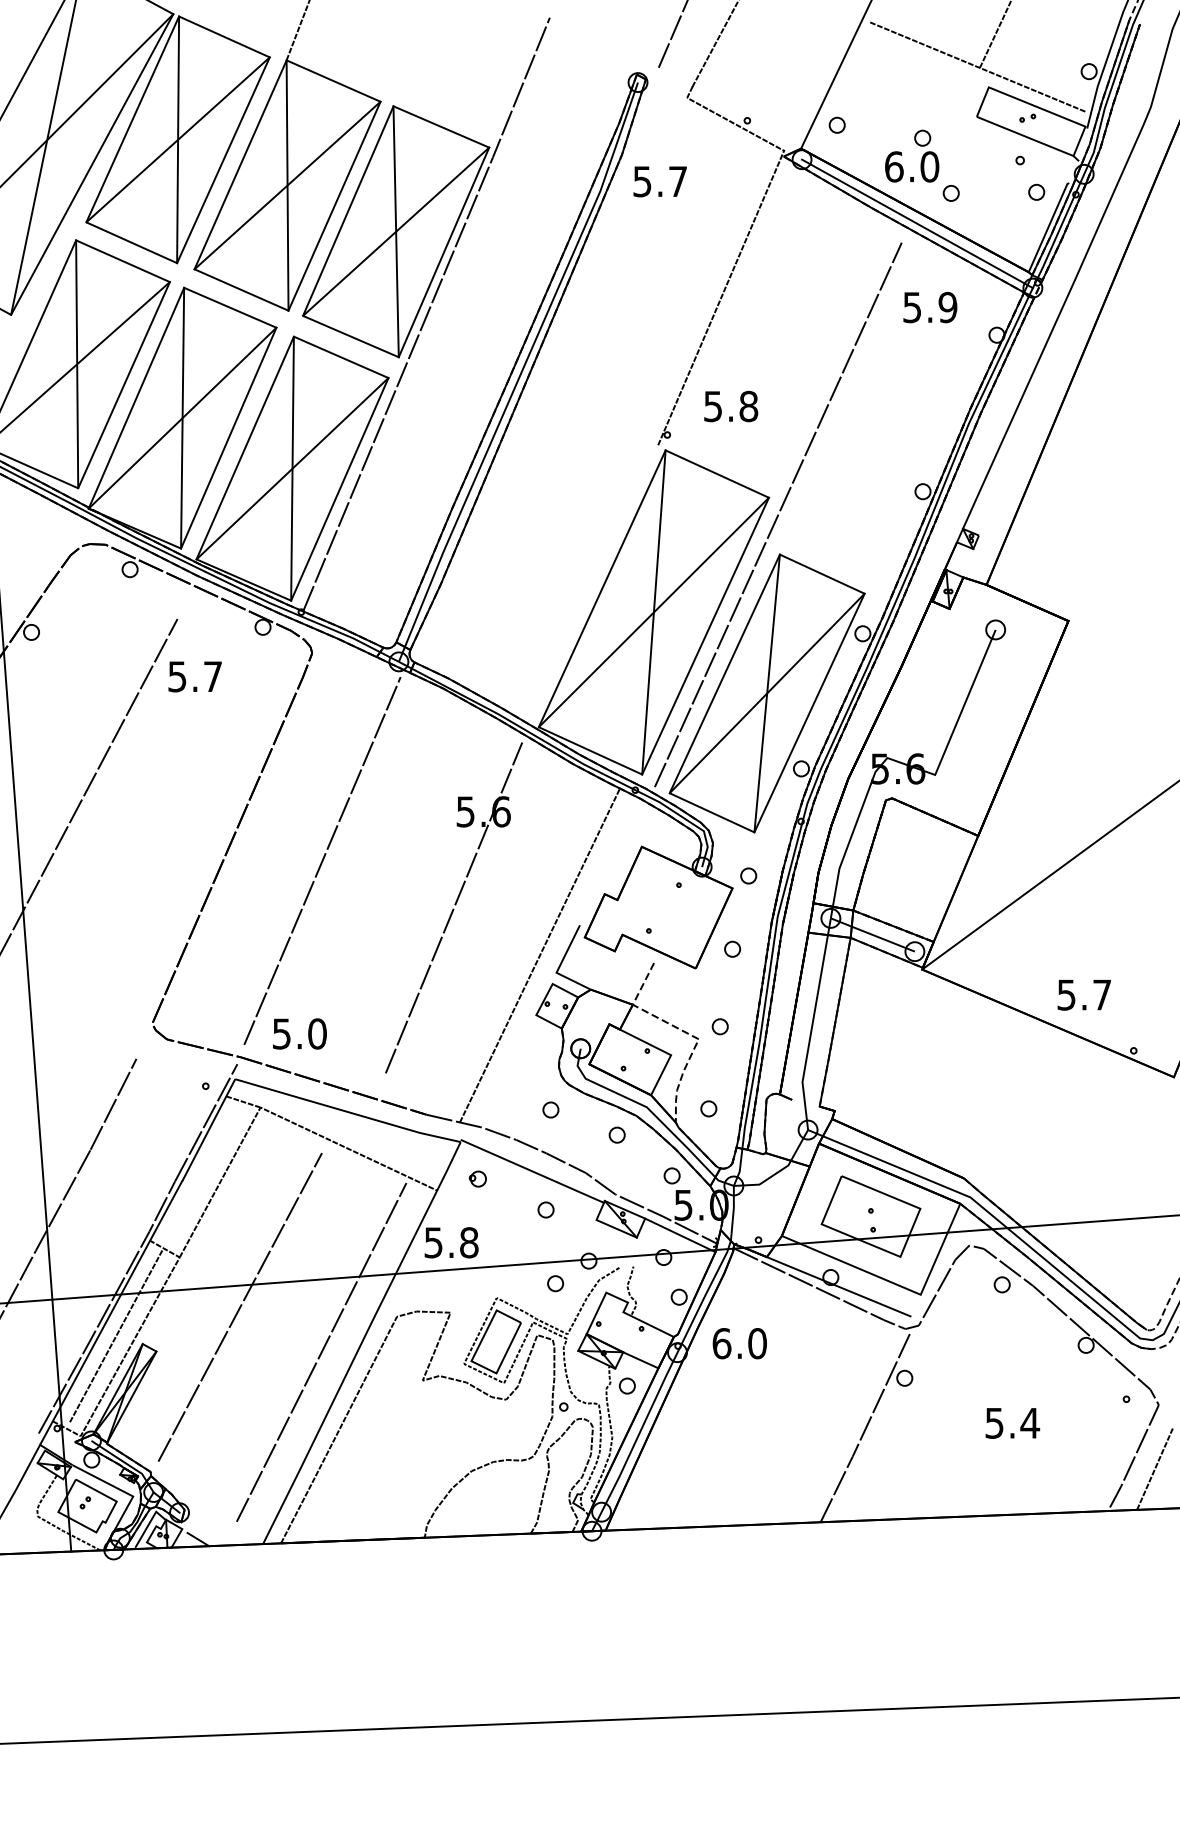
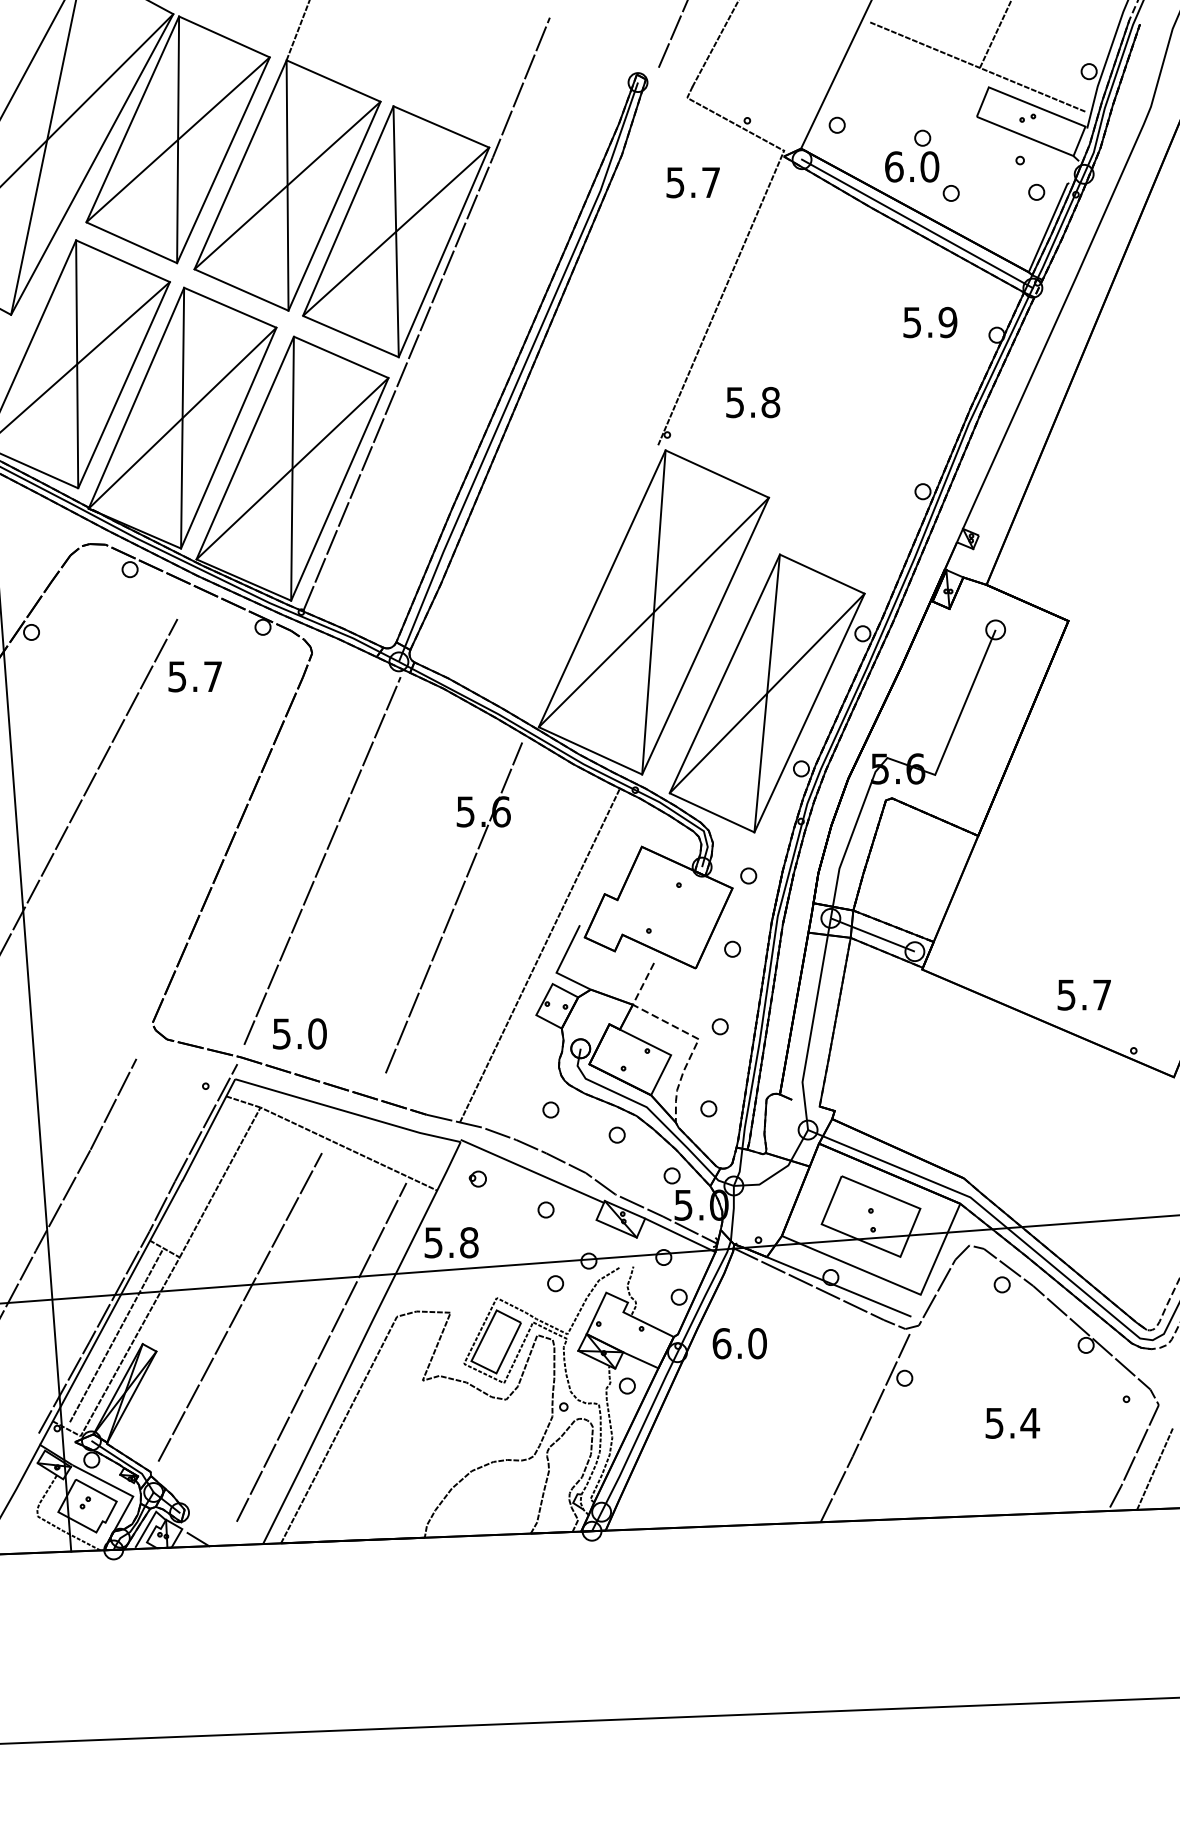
text at (659, 181) position: (659, 181) -> (692, 182)
text at (930, 307) position: (930, 307) -> (930, 322)
text at (731, 406) position: (731, 406) -> (753, 402)
line at (777, 514): present -> none
line at (1049, 876): present -> none
